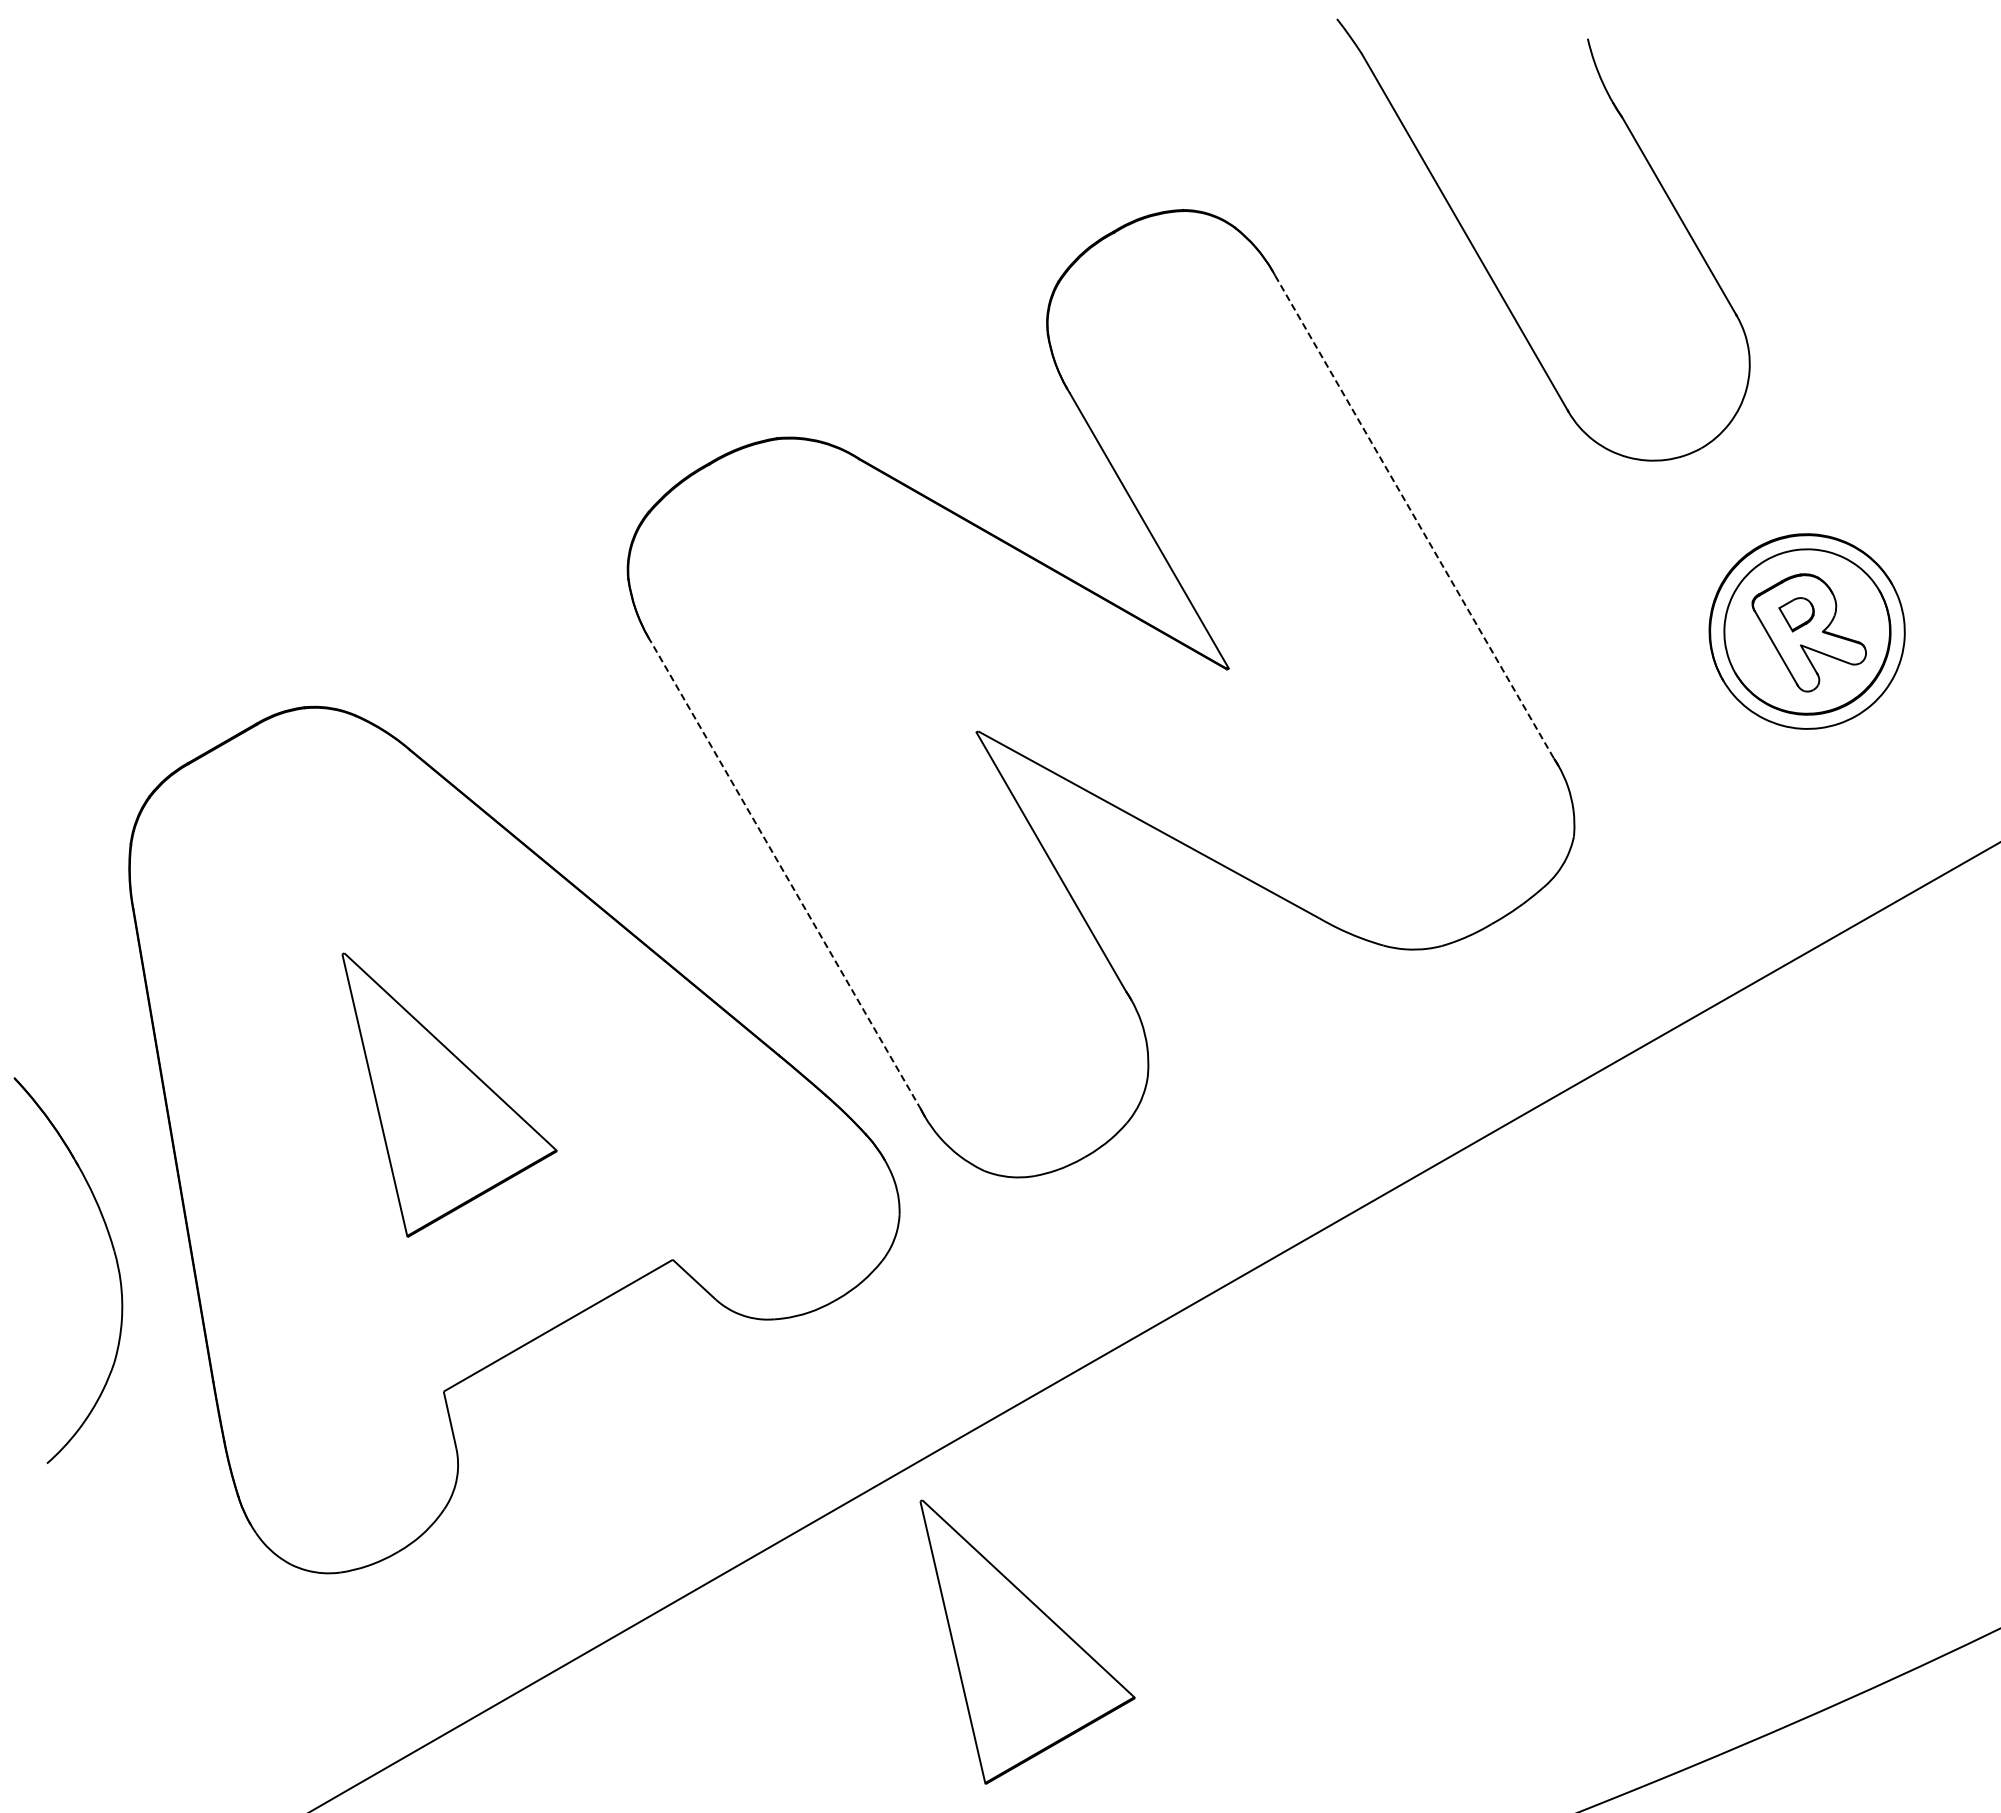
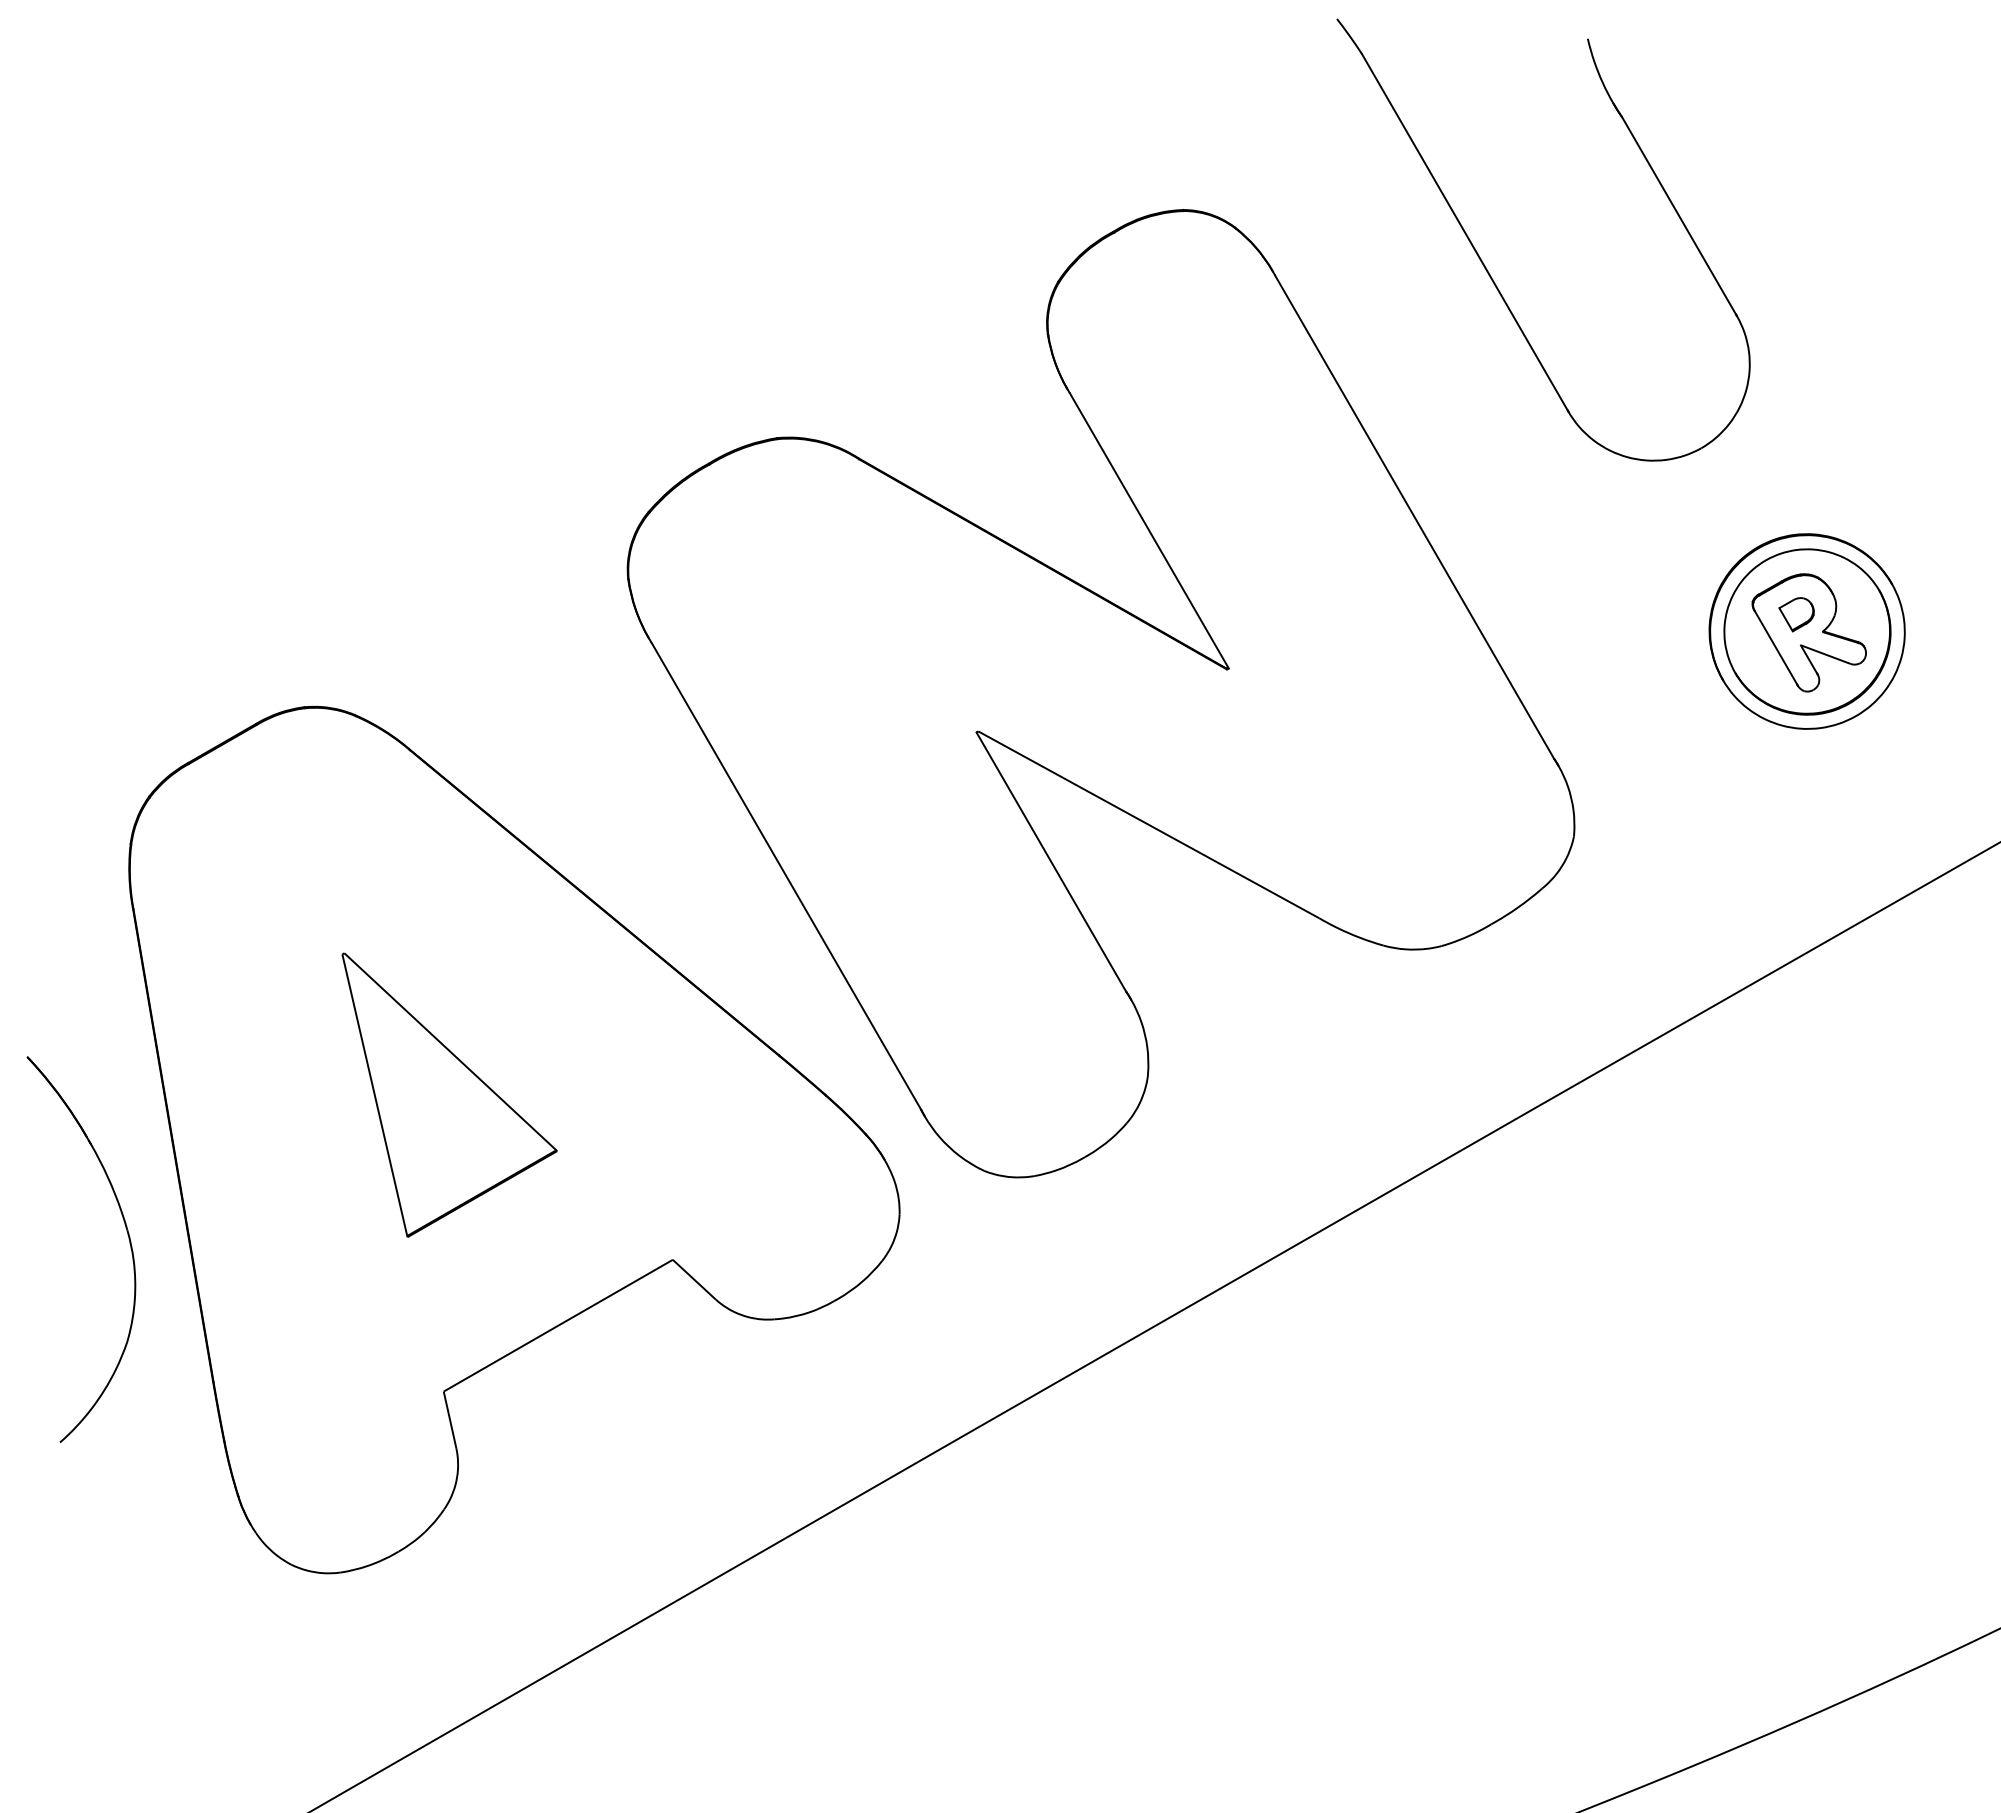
line at (1415, 517): dashed -> solid
line at (786, 876): dashed -> solid
part at (115, 1260) position: (115, 1260) -> (128, 1239)
part at (1027, 1641): present -> none
